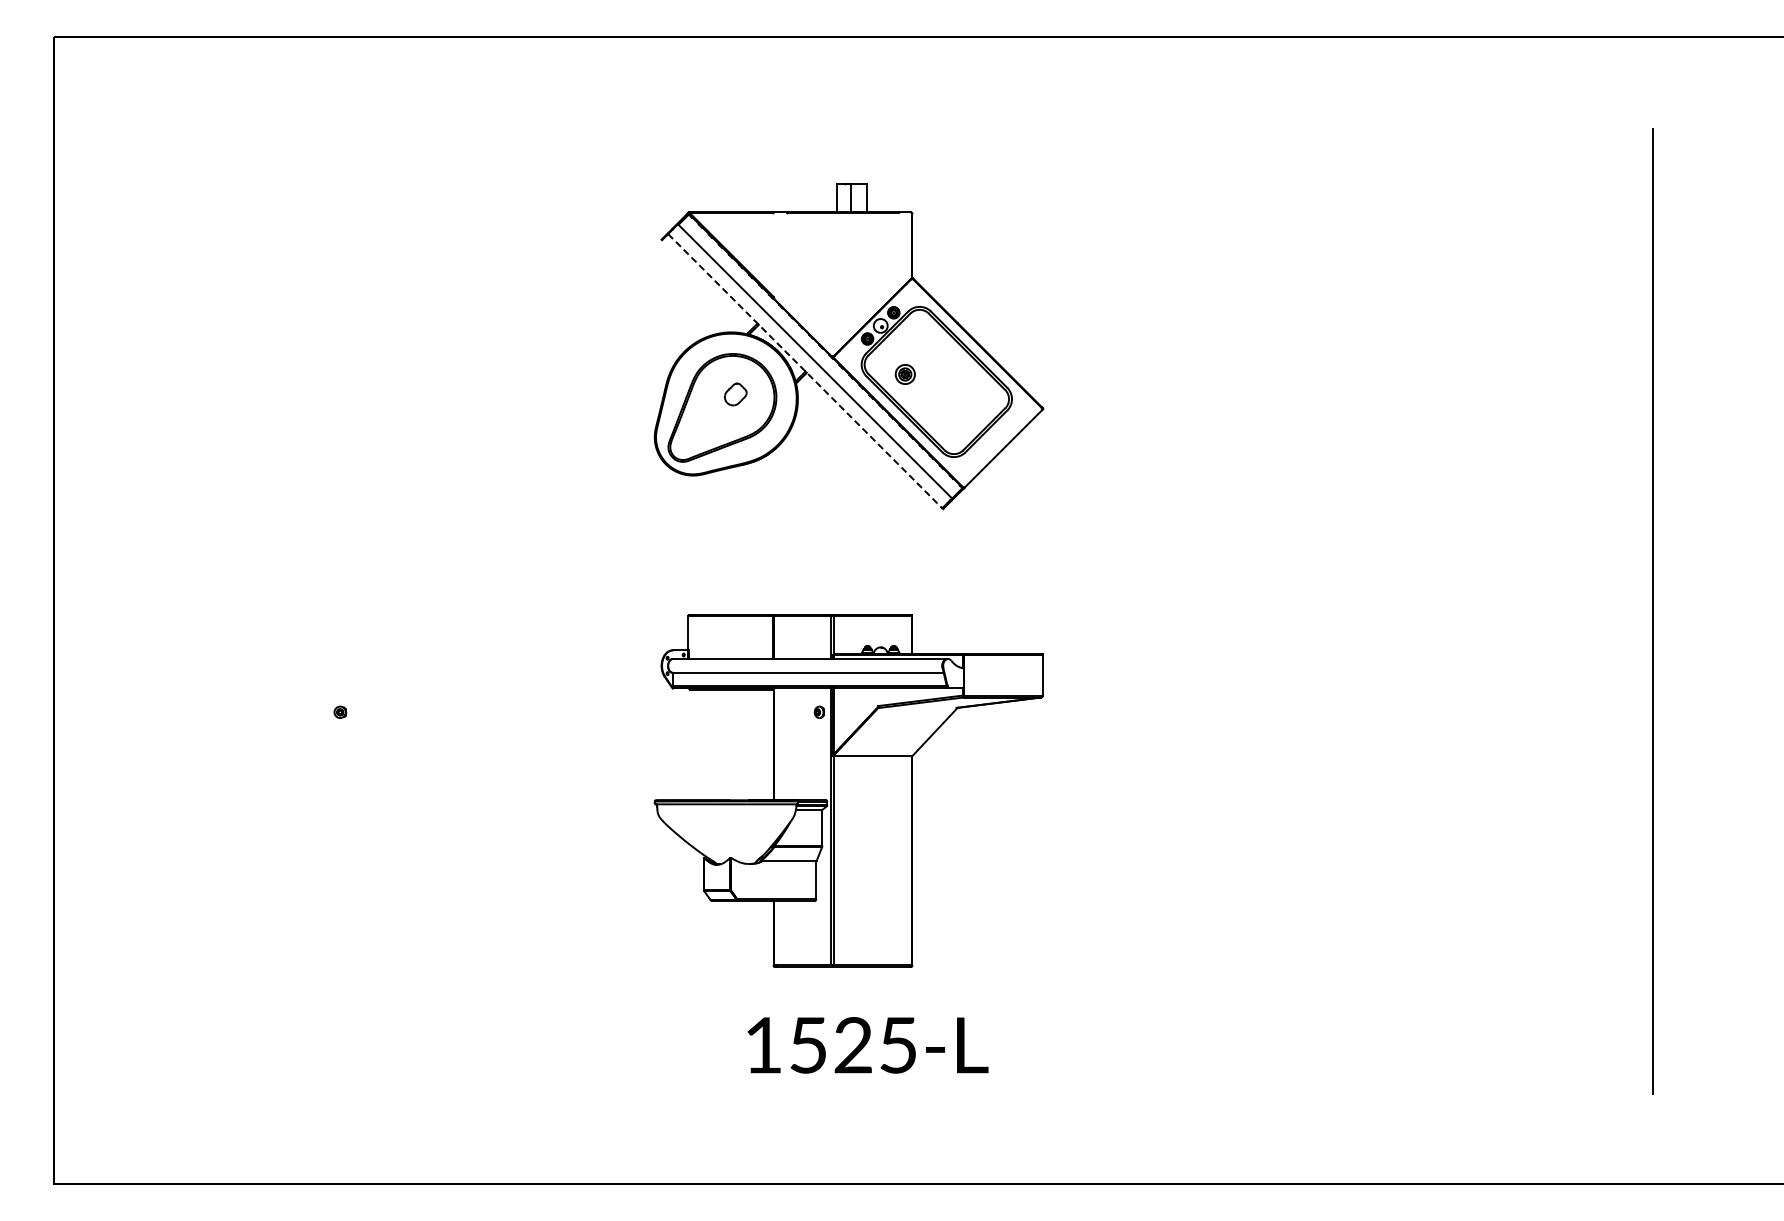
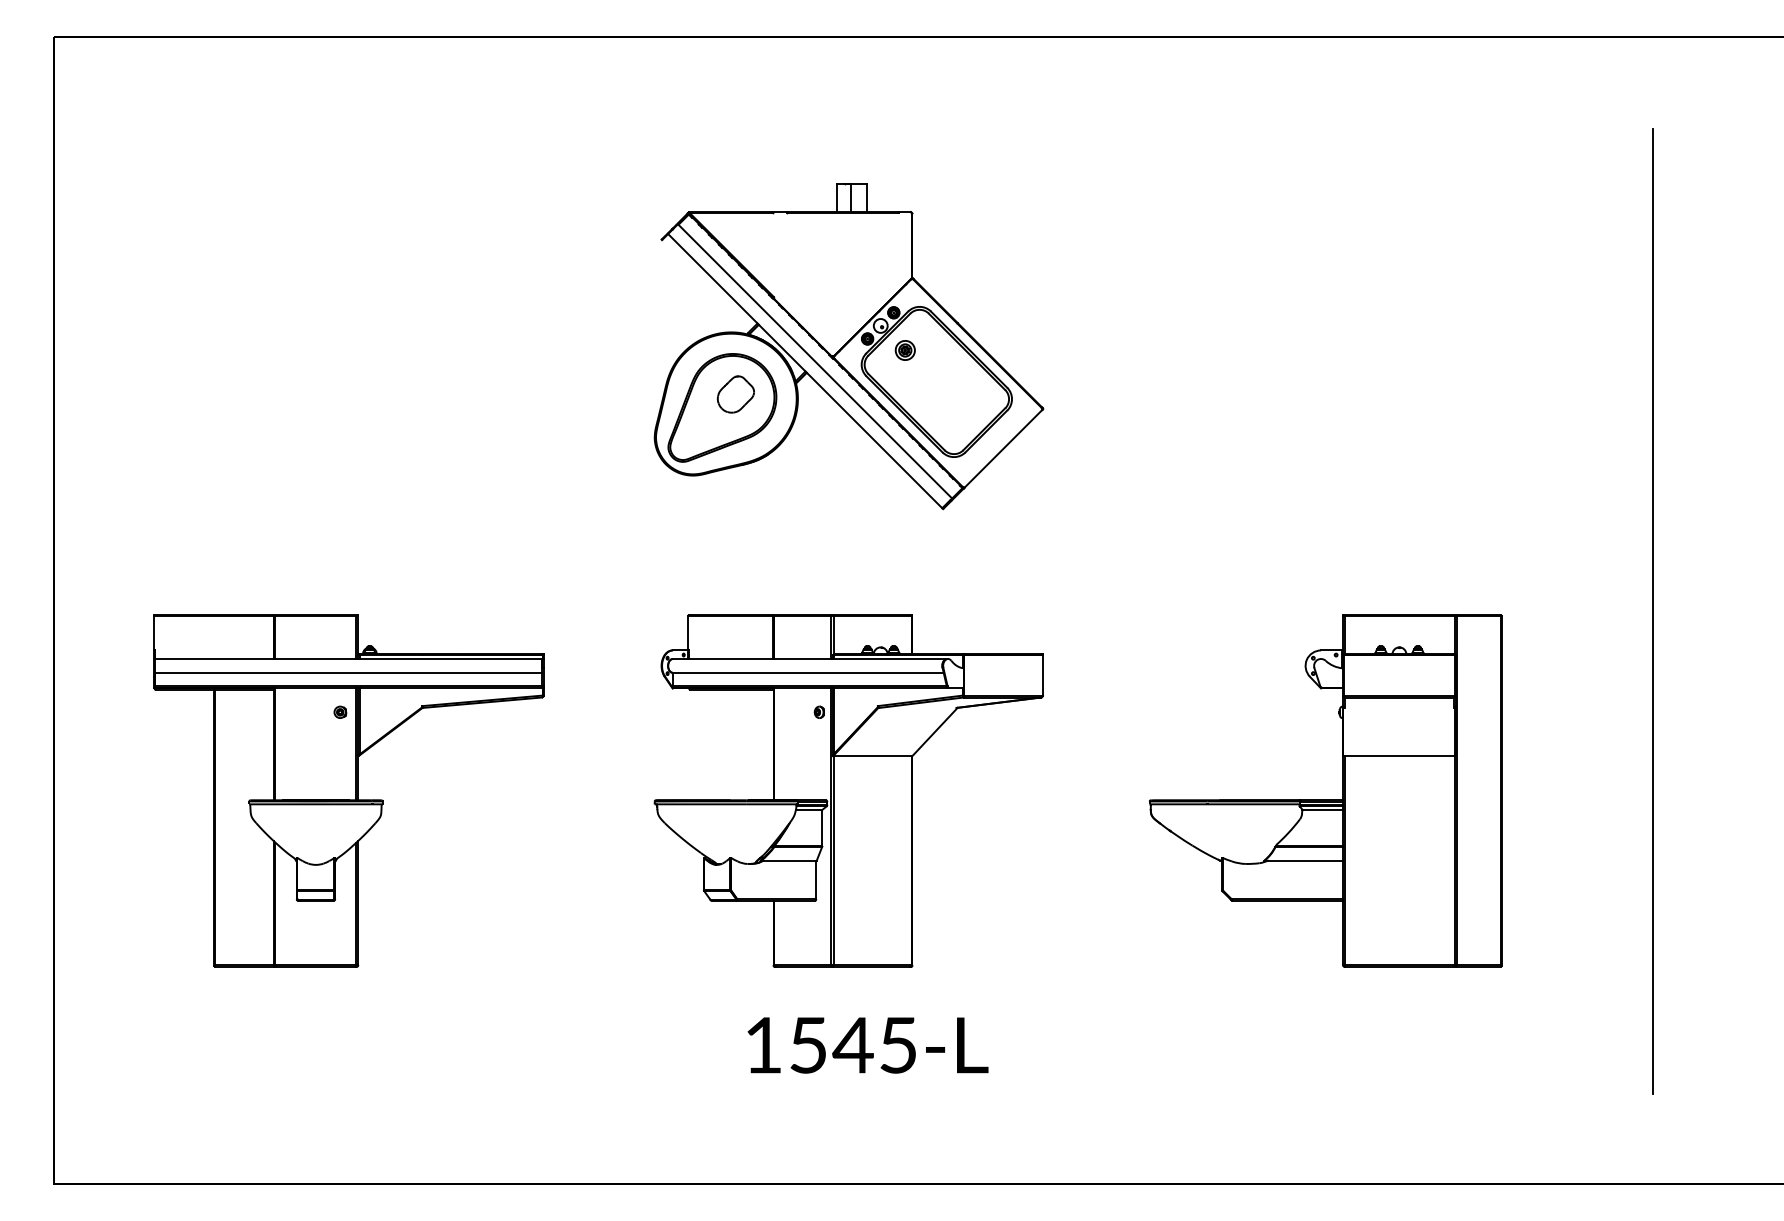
line at (805, 371): dashed -> solid
part at (904, 374) position: (904, 374) -> (904, 350)
part at (735, 394) size: 24x25 px -> 39x39 px
part at (348, 790): none -> present
part at (1325, 799): none -> present
text at (852, 1045): 1525-L -> 1545-L
